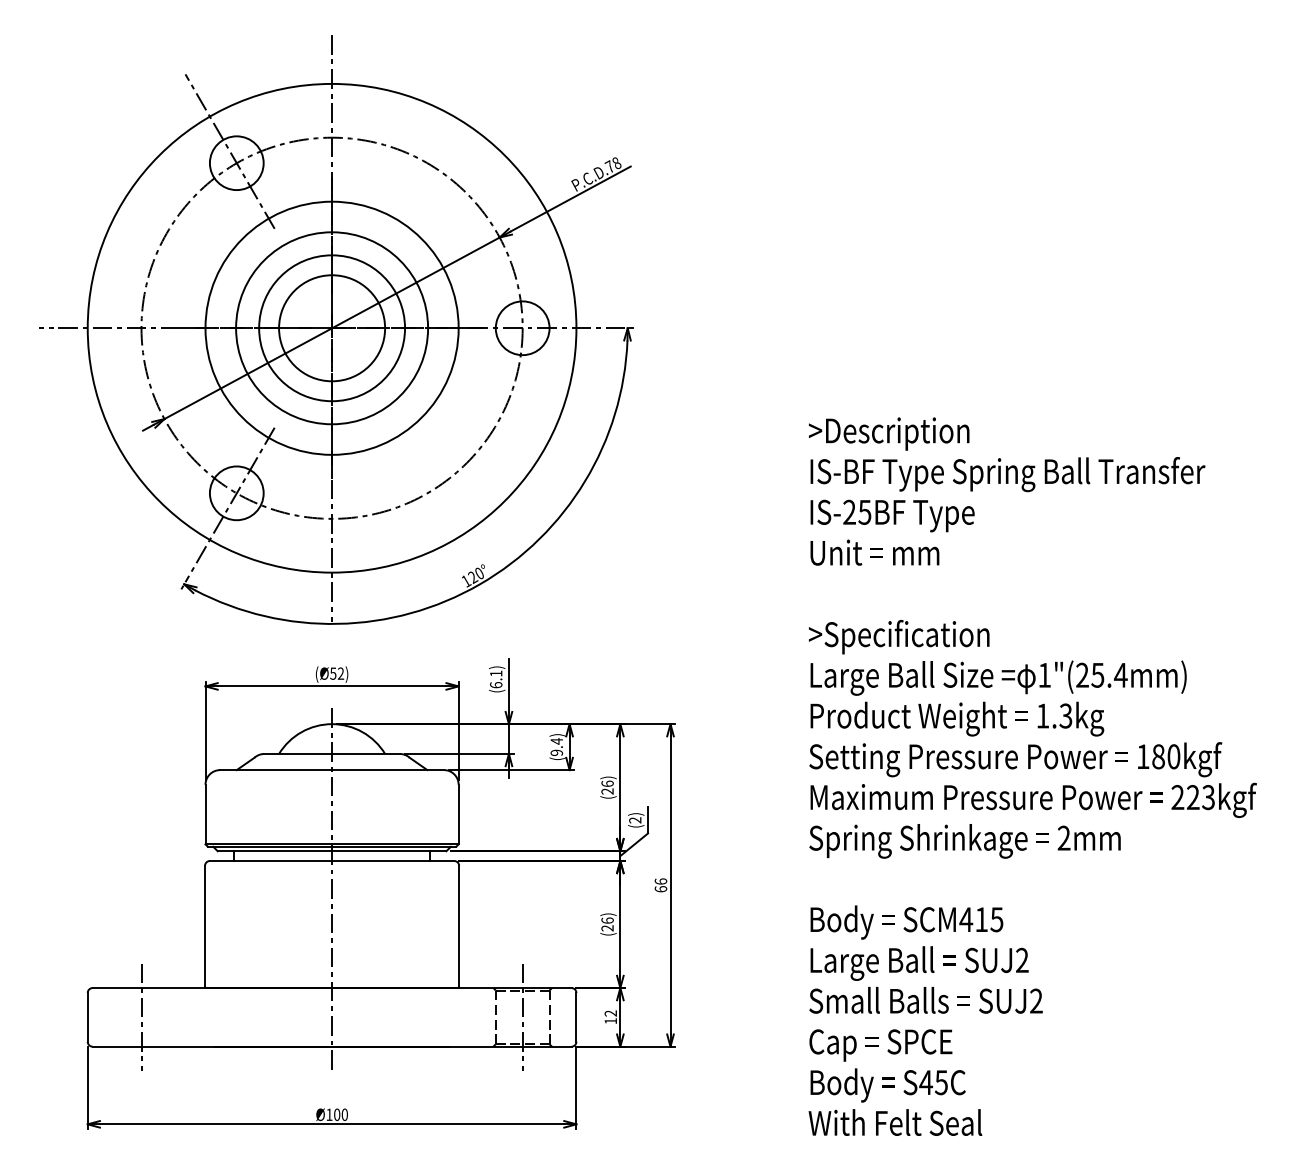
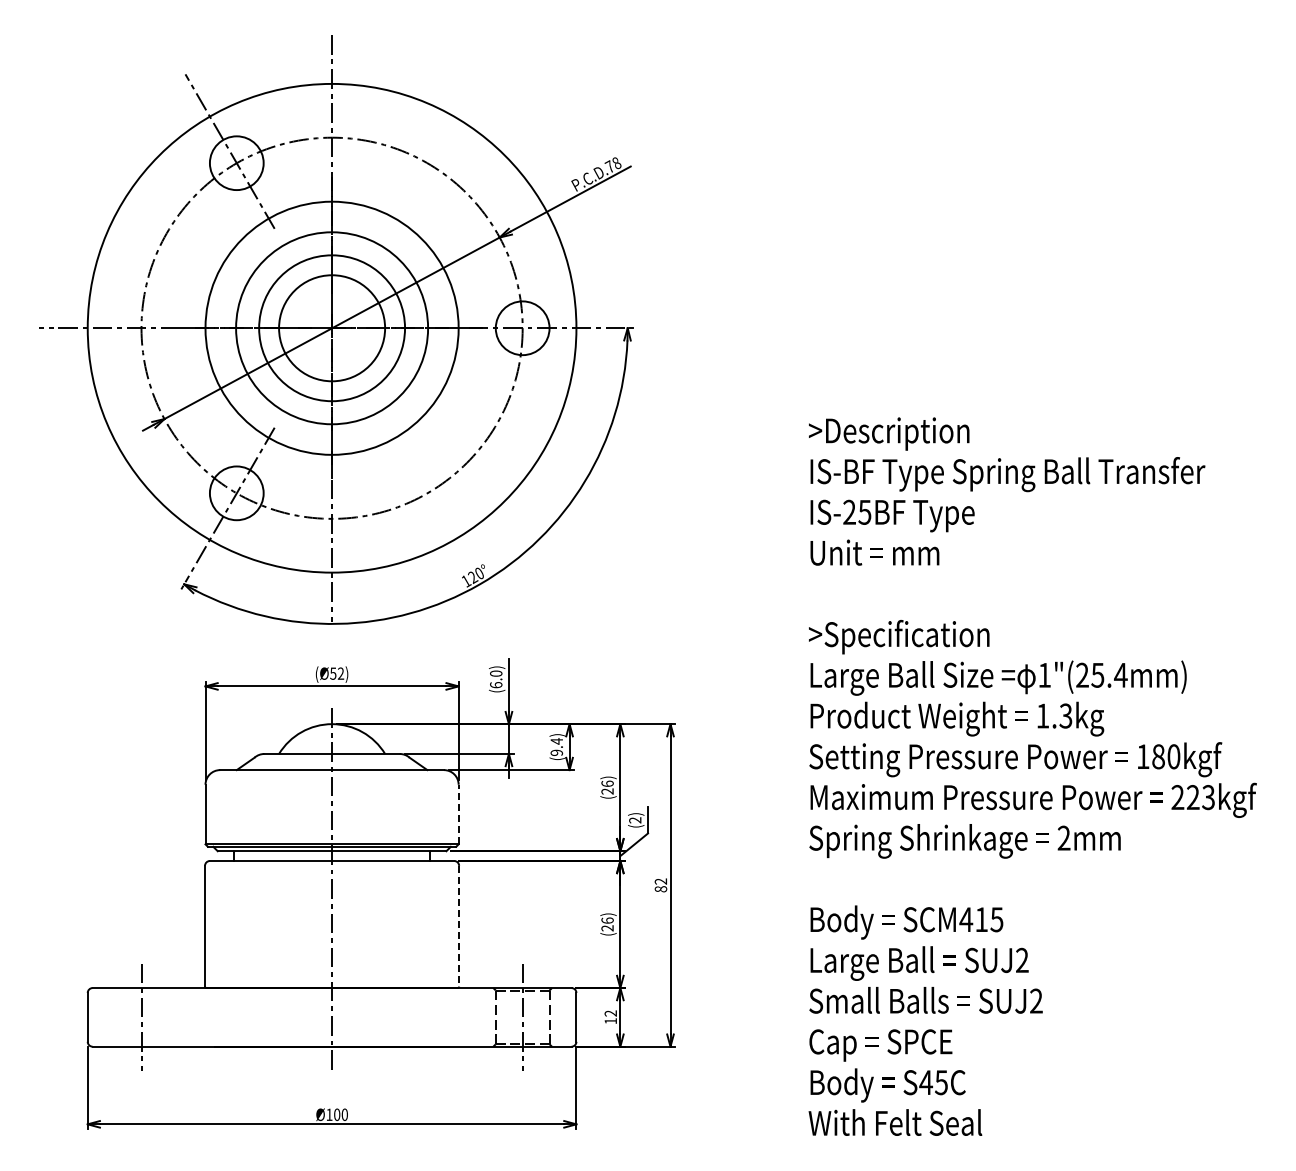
text at (496, 673): (6.1) -> (6.0)
line at (458, 814): solid -> dashed
text at (660, 885): 66 -> 82
line at (459, 926): solid -> dashed
